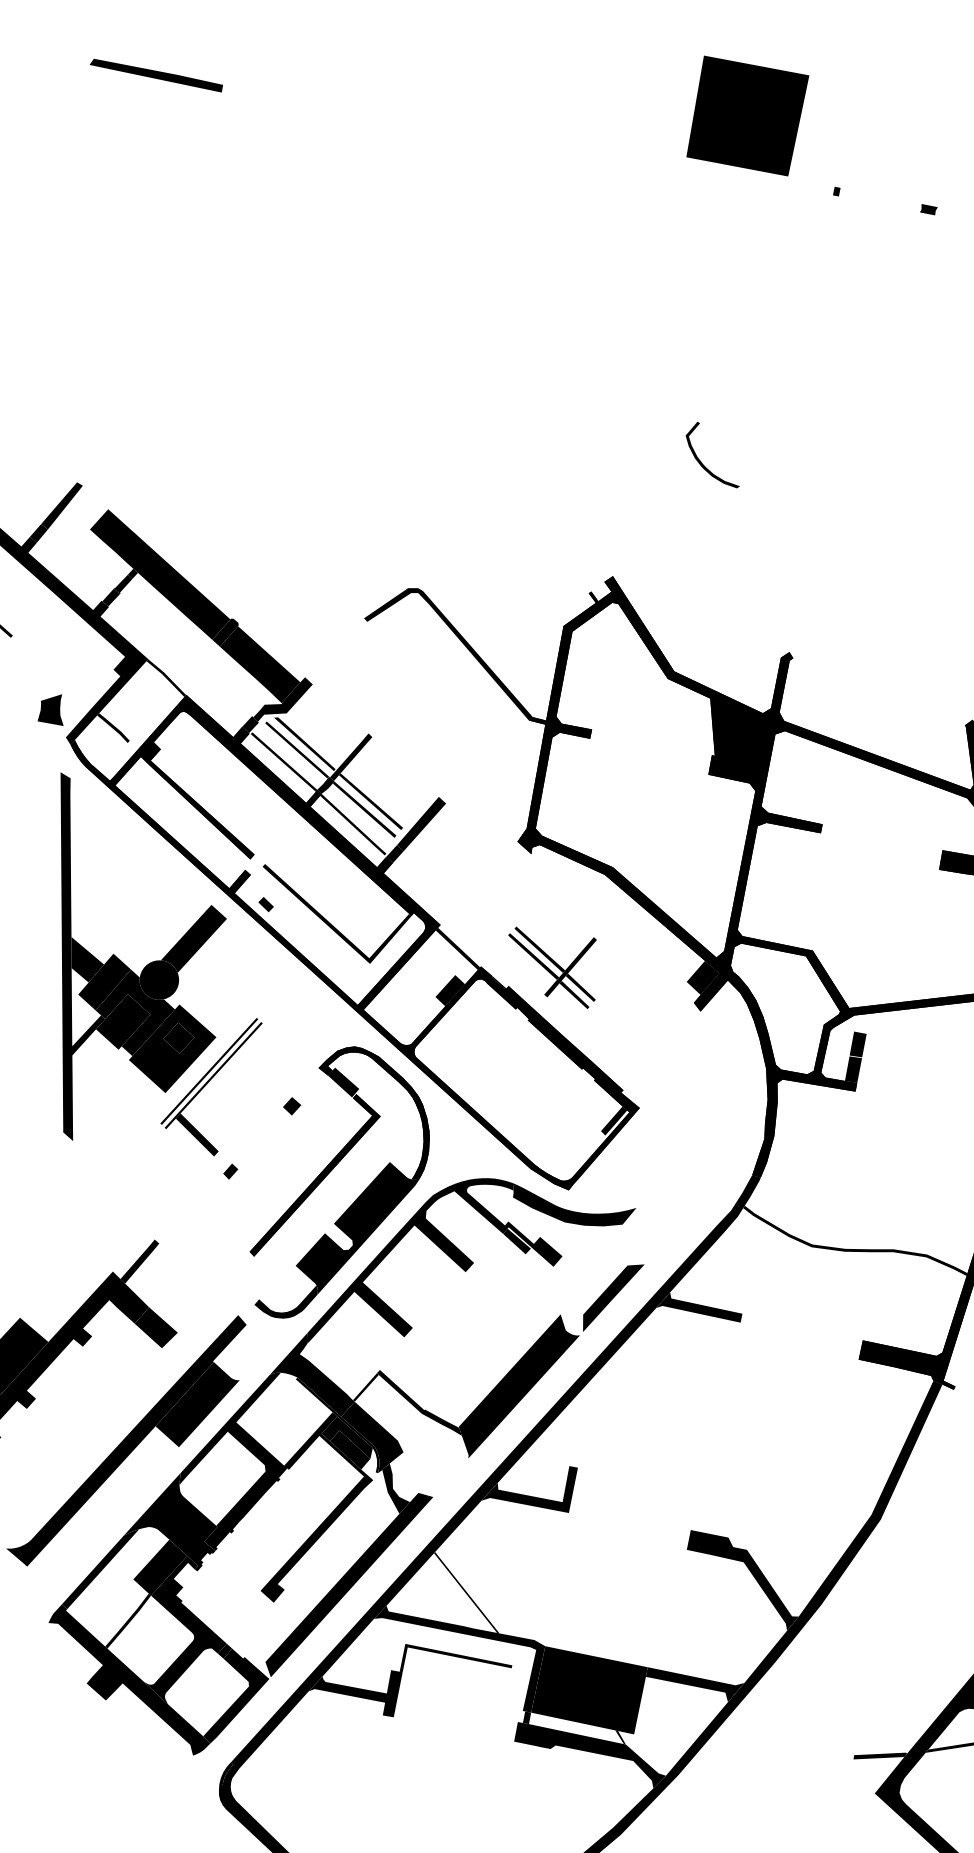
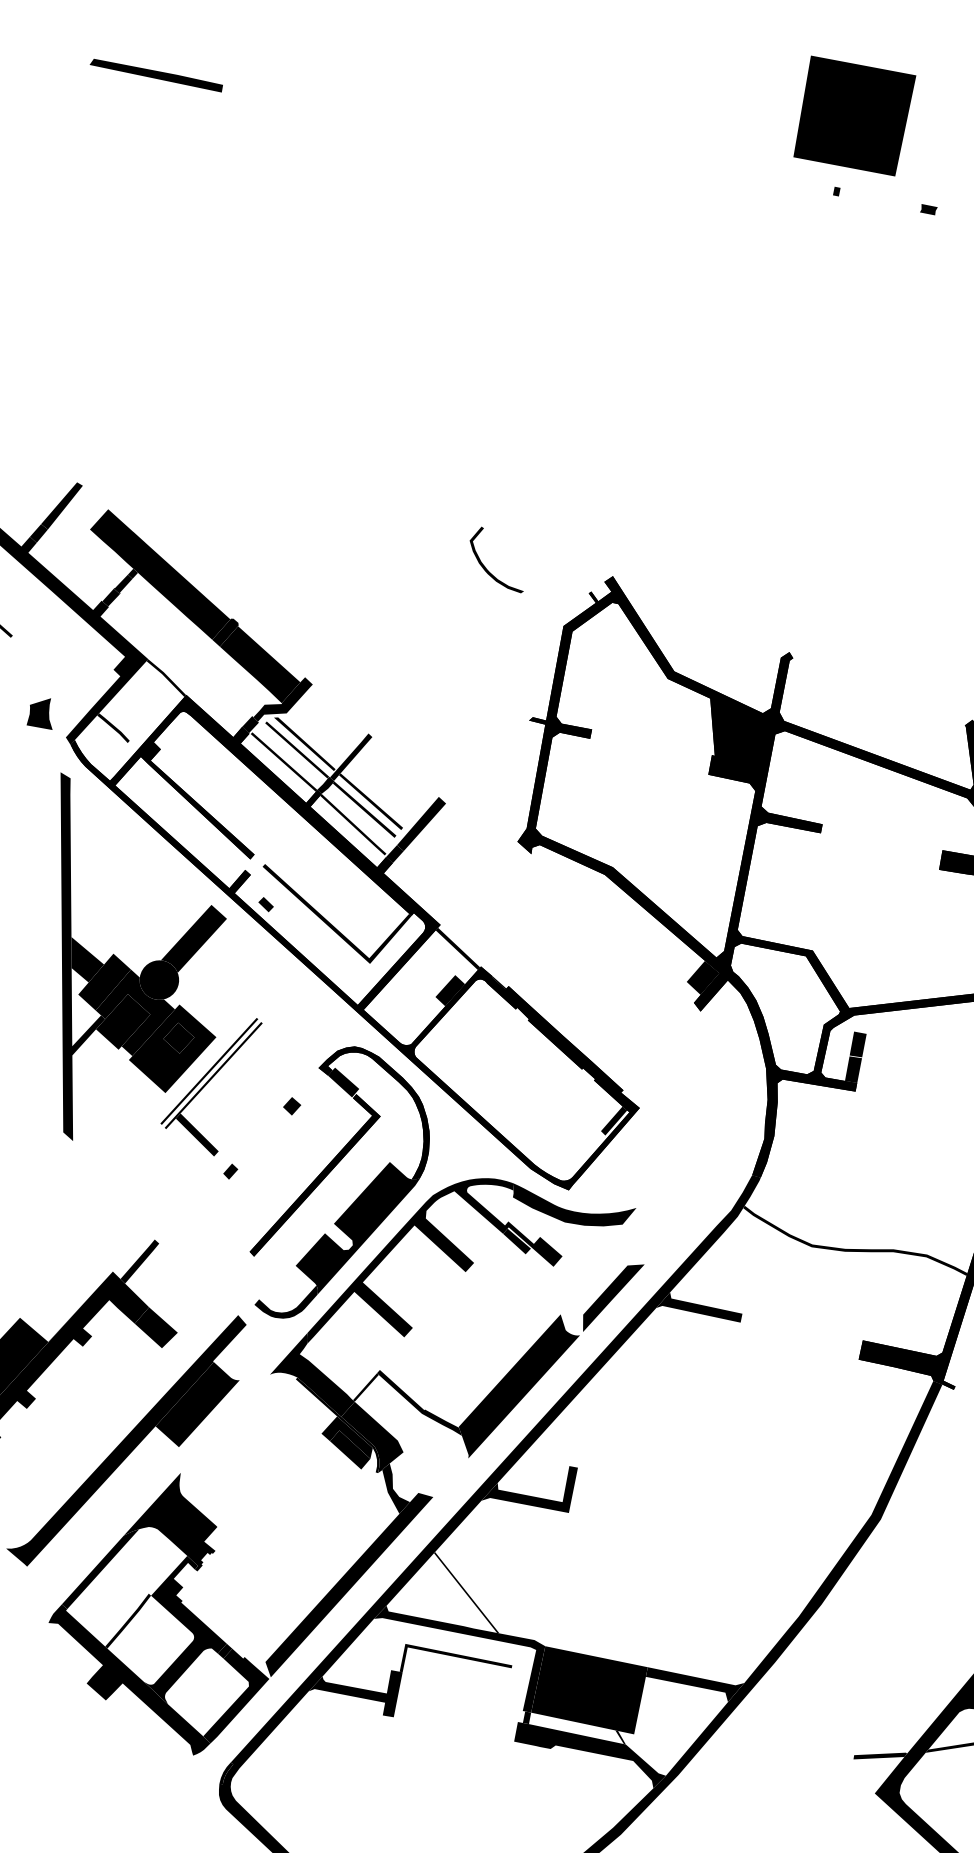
part at (747, 115) position: (747, 115) -> (854, 115)
part at (701, 461) position: (701, 461) -> (485, 566)
fill at (448, 654): present -> none
part at (50, 709) position: (50, 709) -> (39, 713)
part at (552, 967): present -> none
fill at (276, 1487): present -> none
fill at (160, 1567): present -> none
fill at (742, 1580): present -> none
